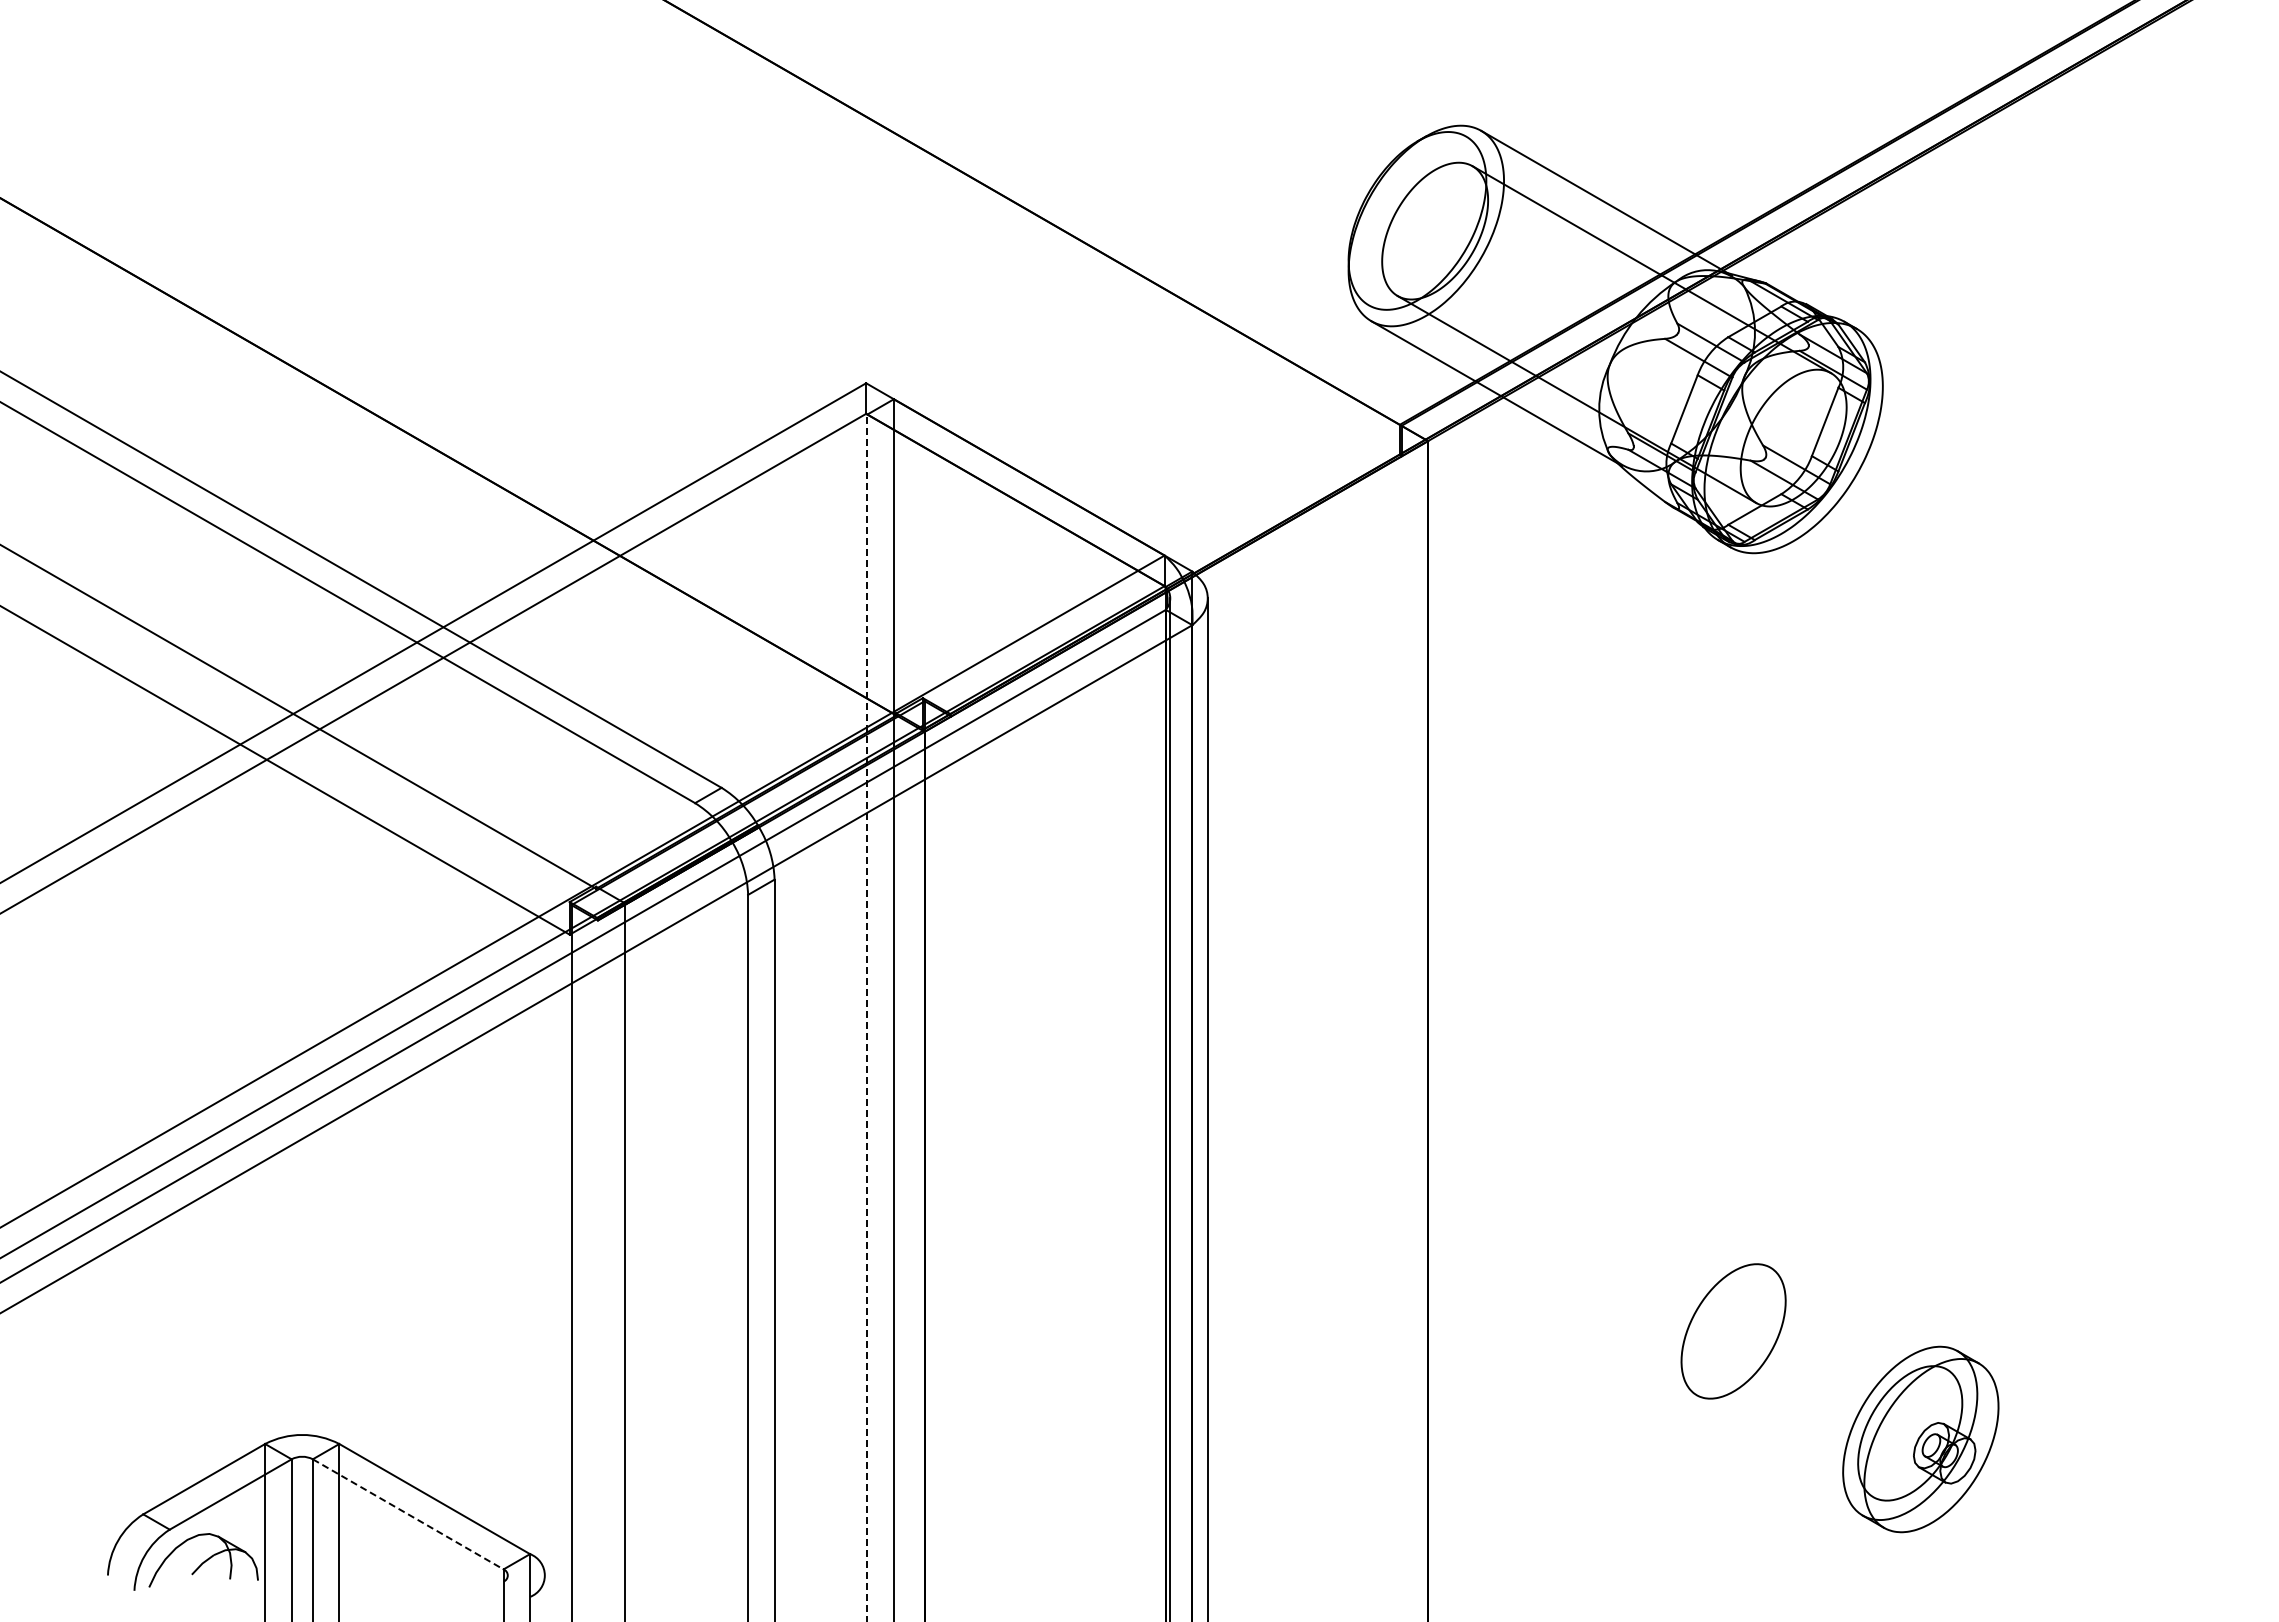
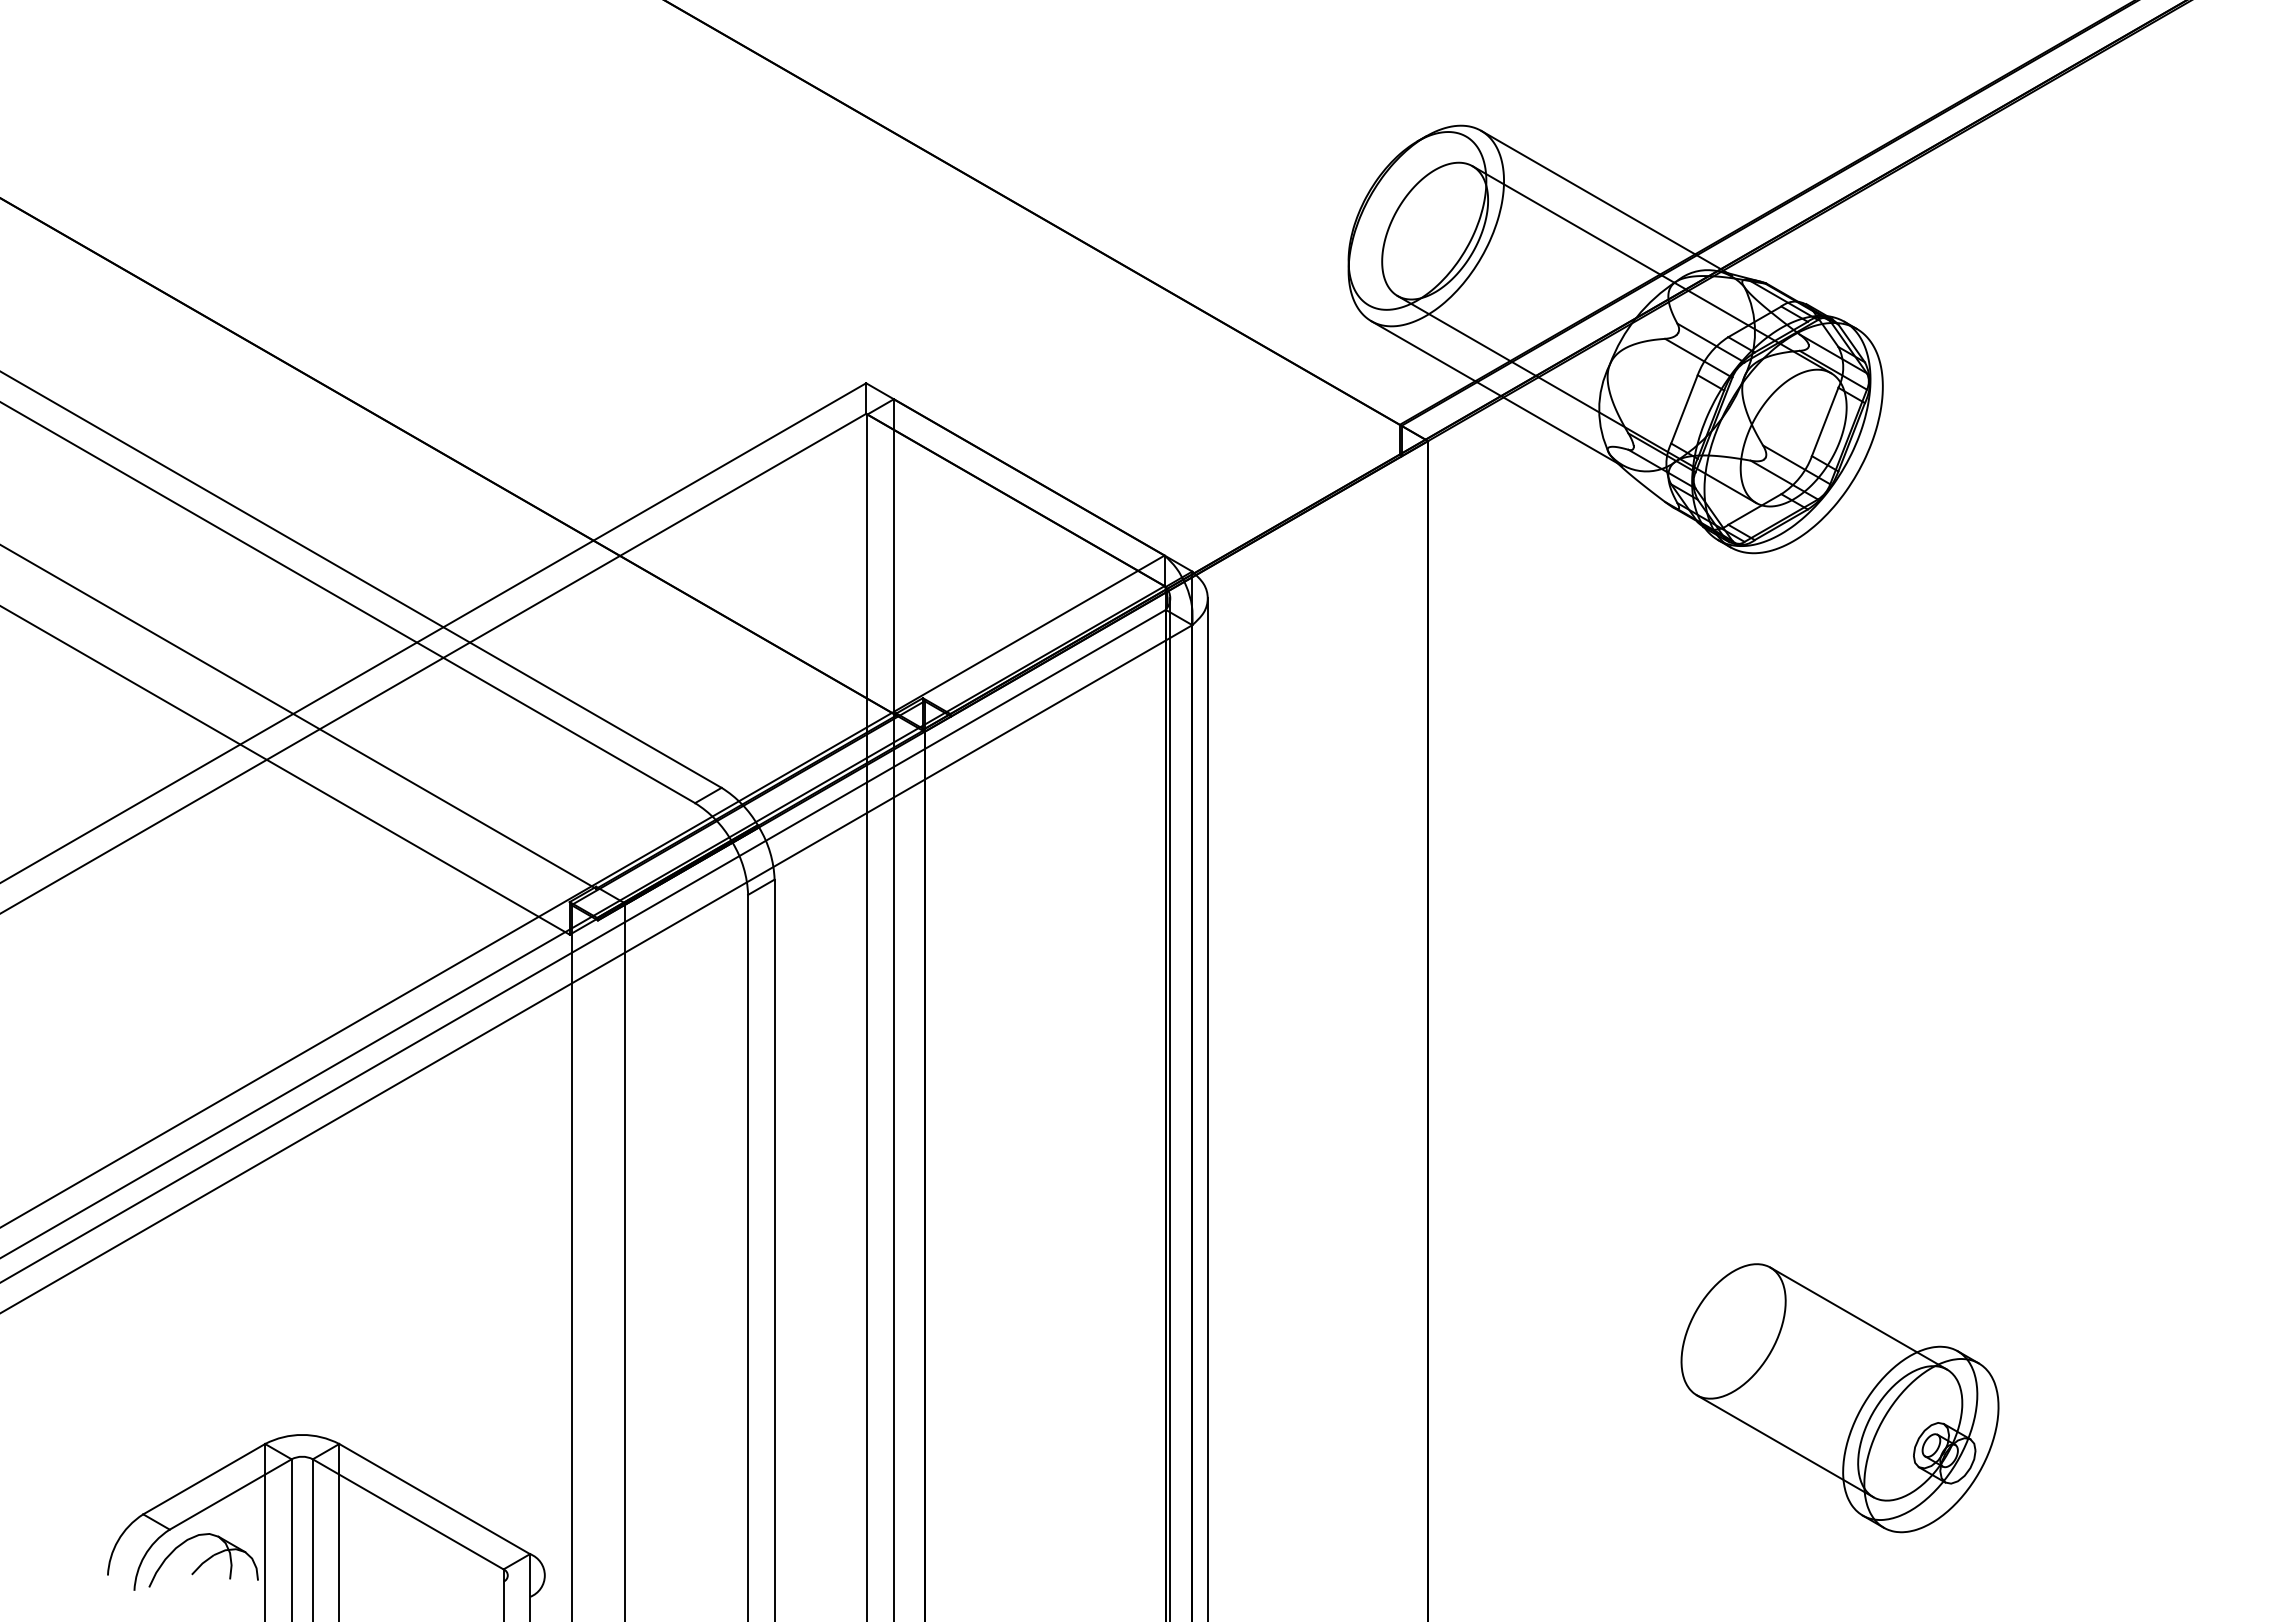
line at (867, 1017): dashed -> solid
line at (1858, 1318): none -> present
line at (1784, 1446): none -> present
line at (408, 1514): dashed -> solid
